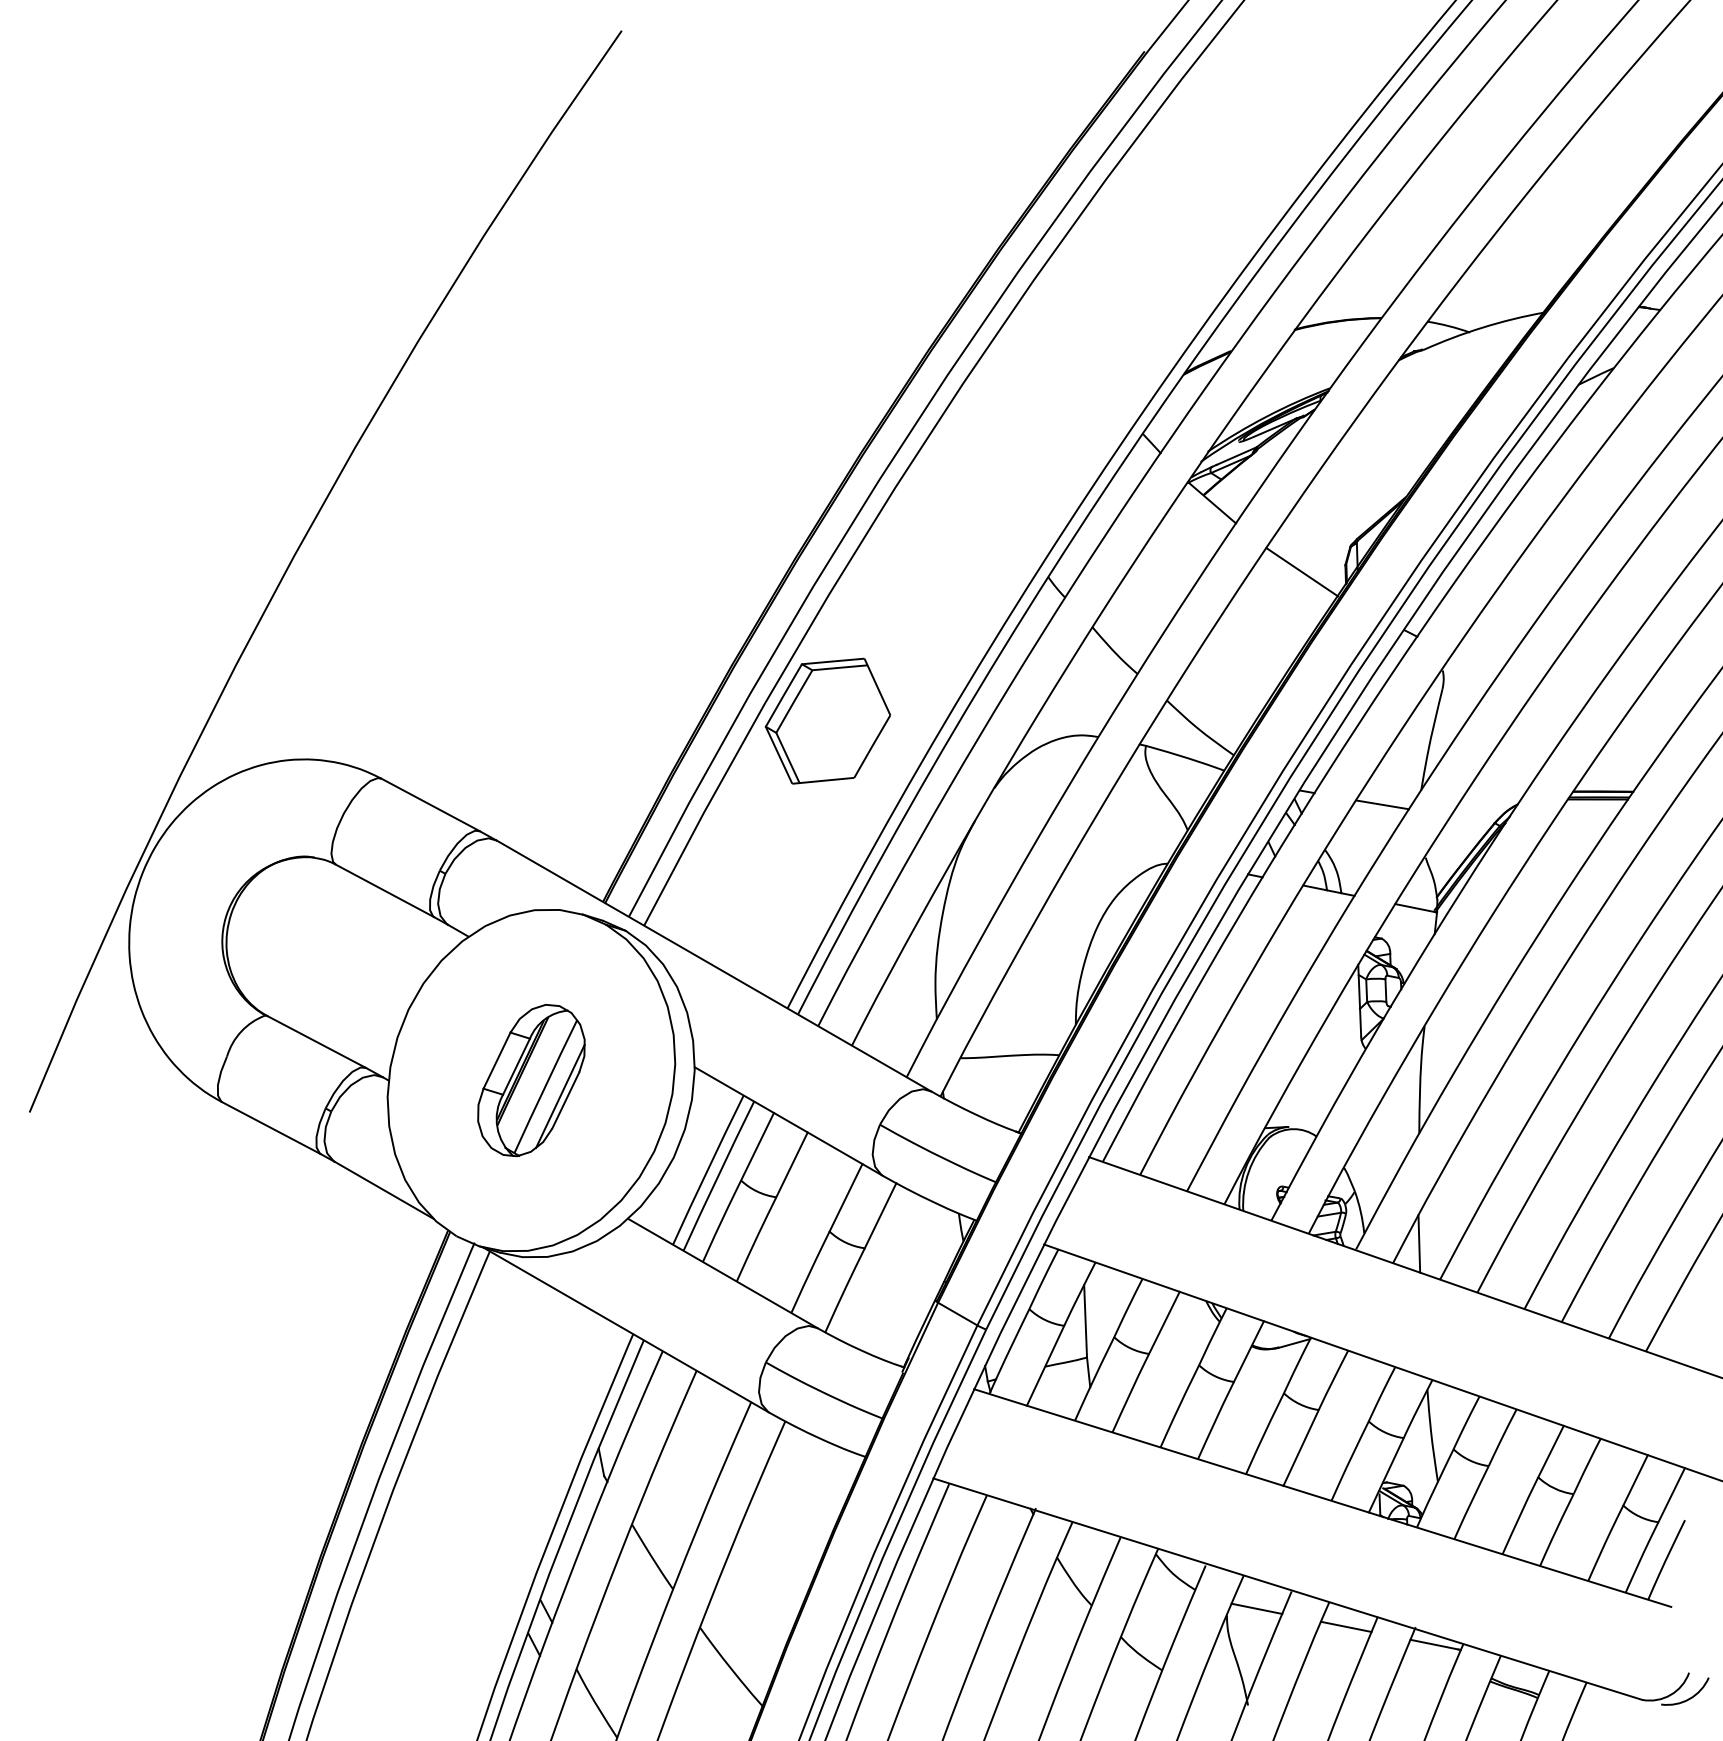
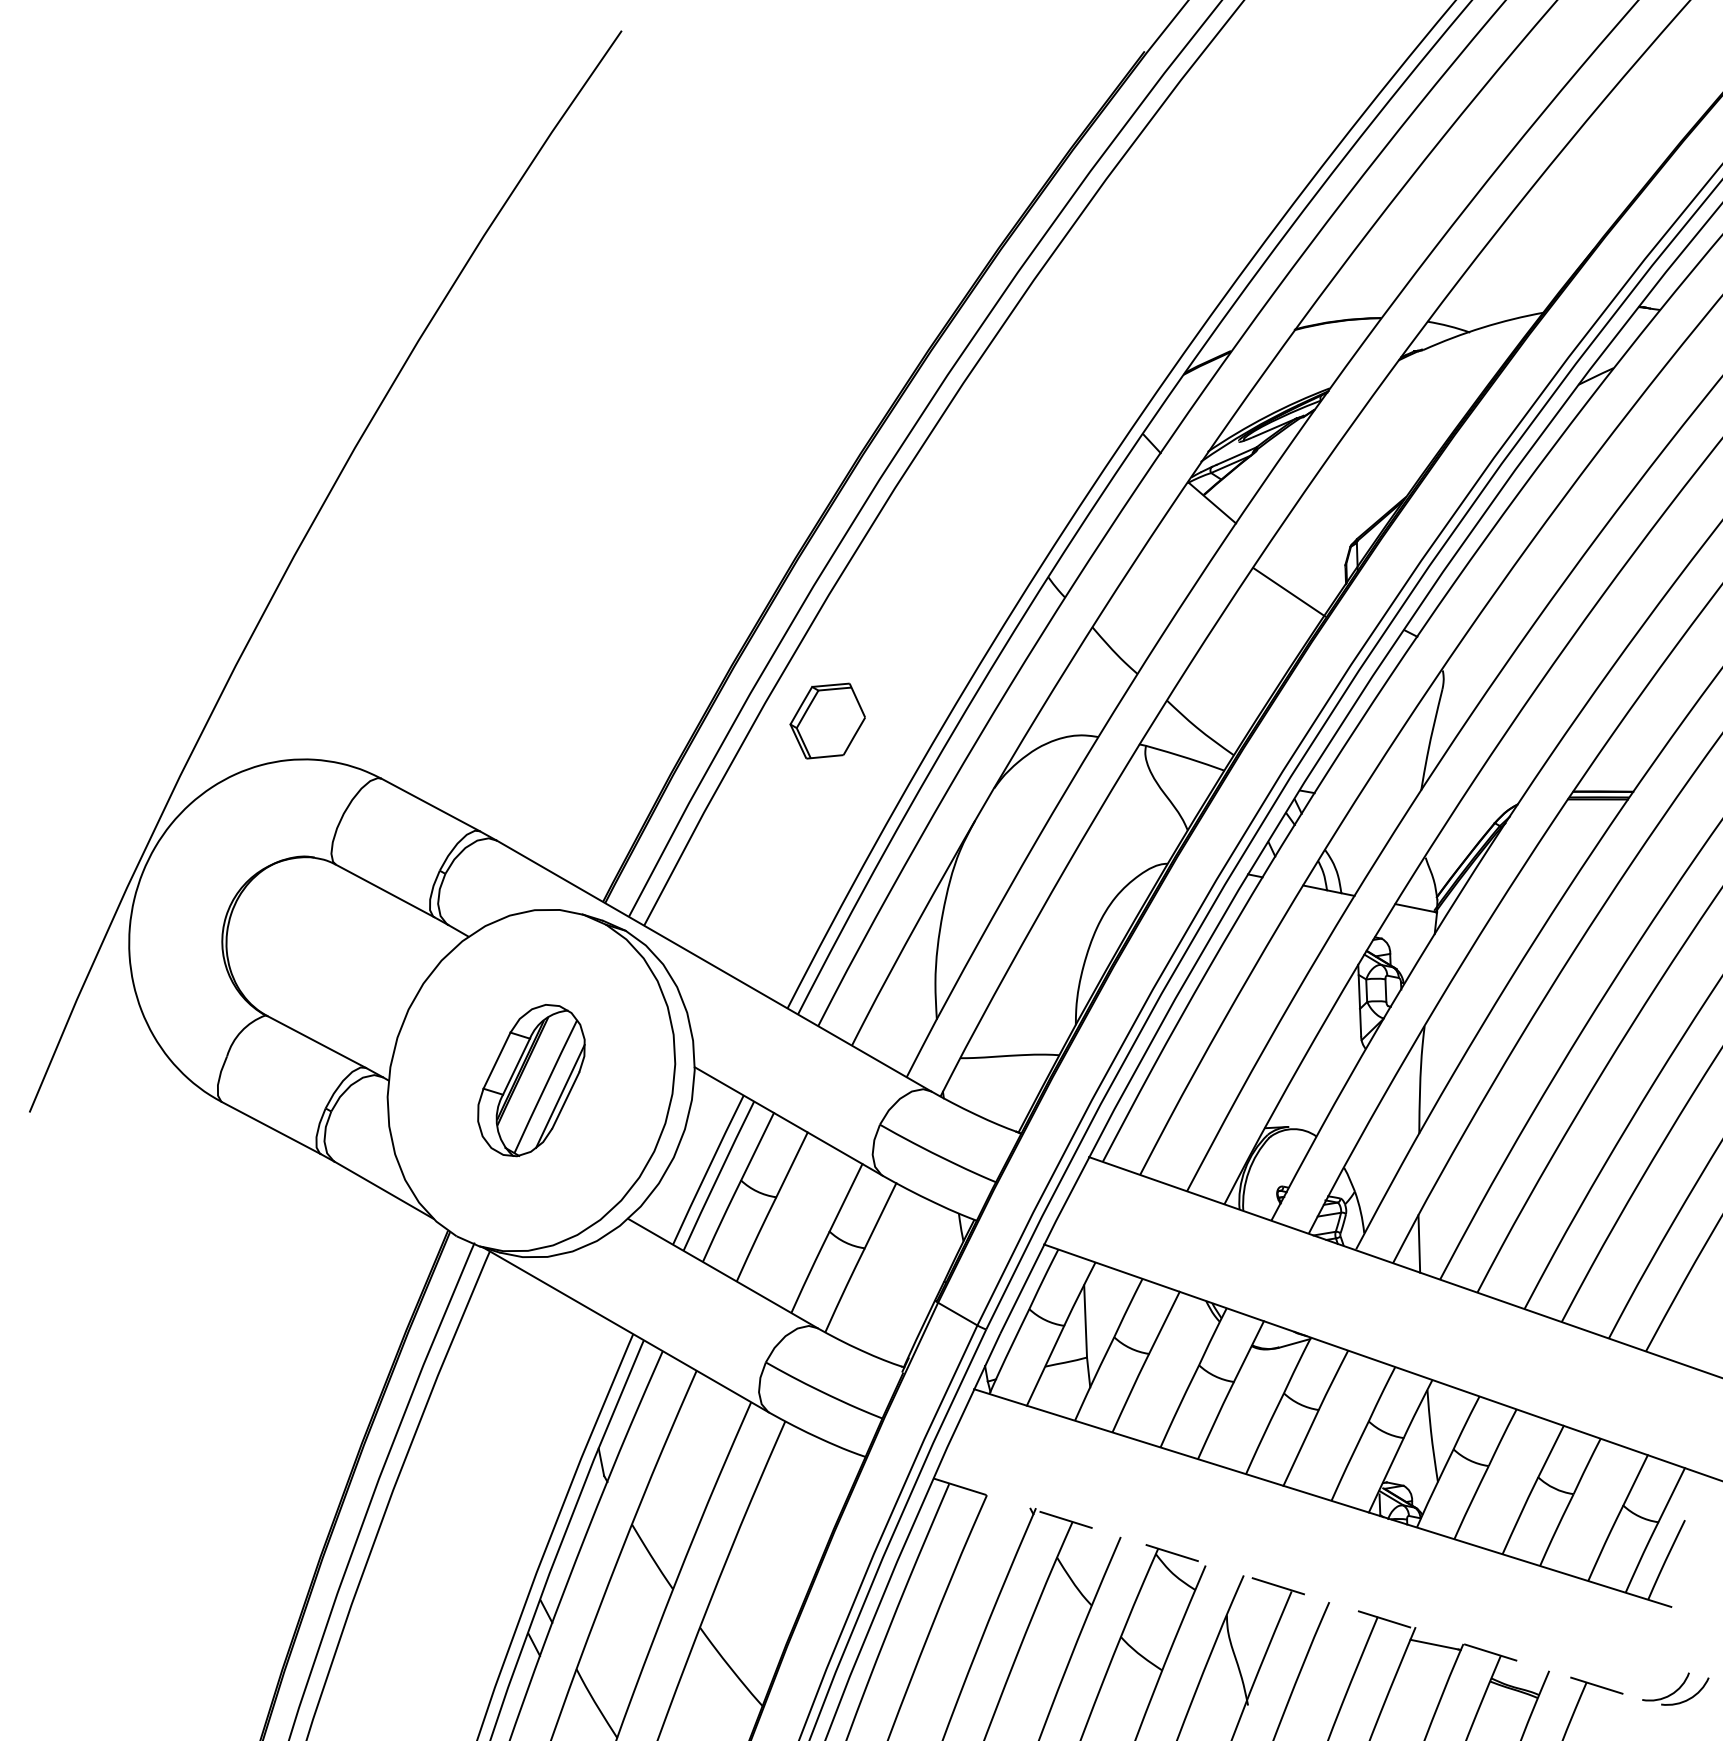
line at (1302, 572) position: (1302, 572) -> (1289, 592)
part at (827, 720) size: 127x128 px -> 77x78 px
line at (1382, 804): present -> none
line at (1288, 1589): solid -> dashed
line at (1256, 1608): present -> none
line at (1346, 1626): present -> none
